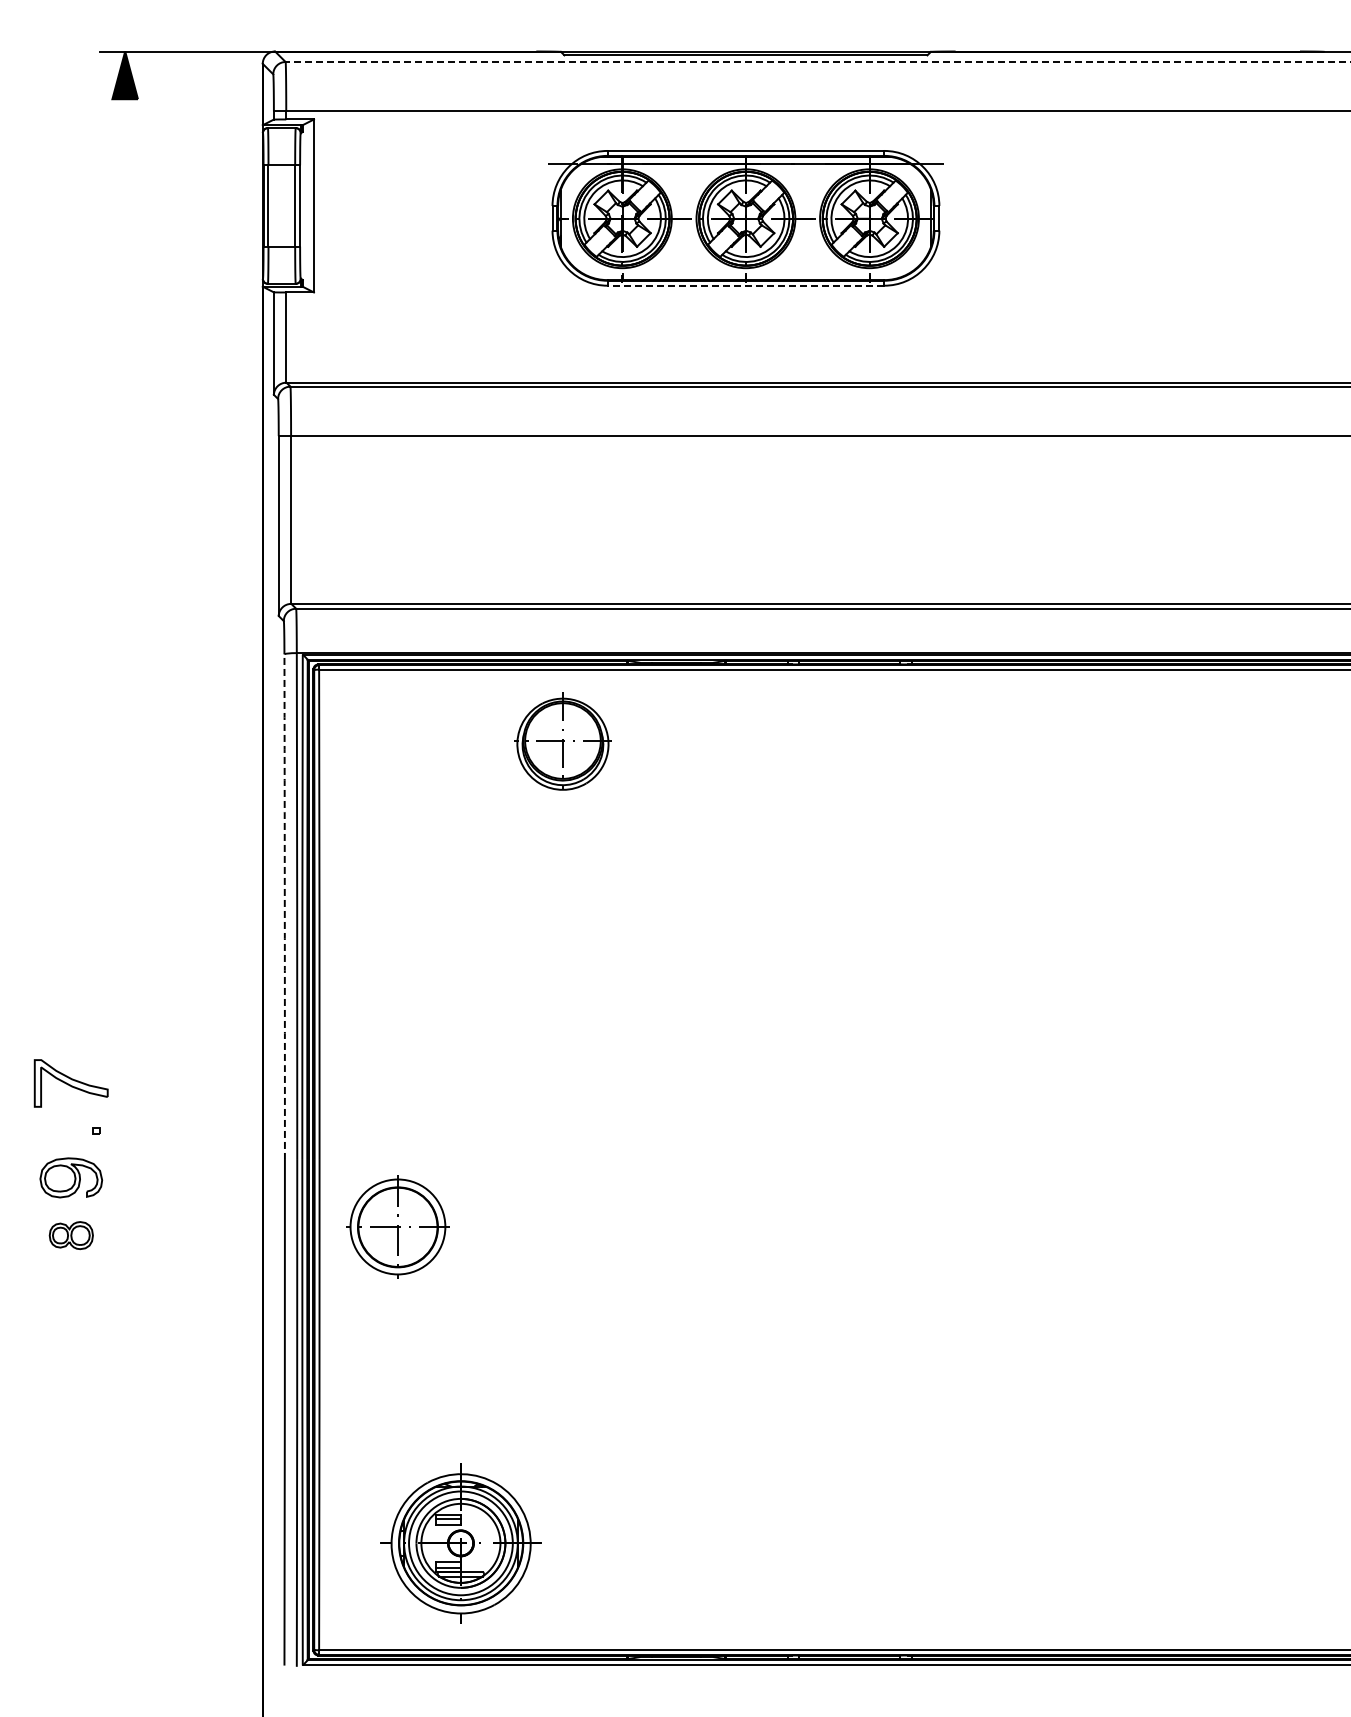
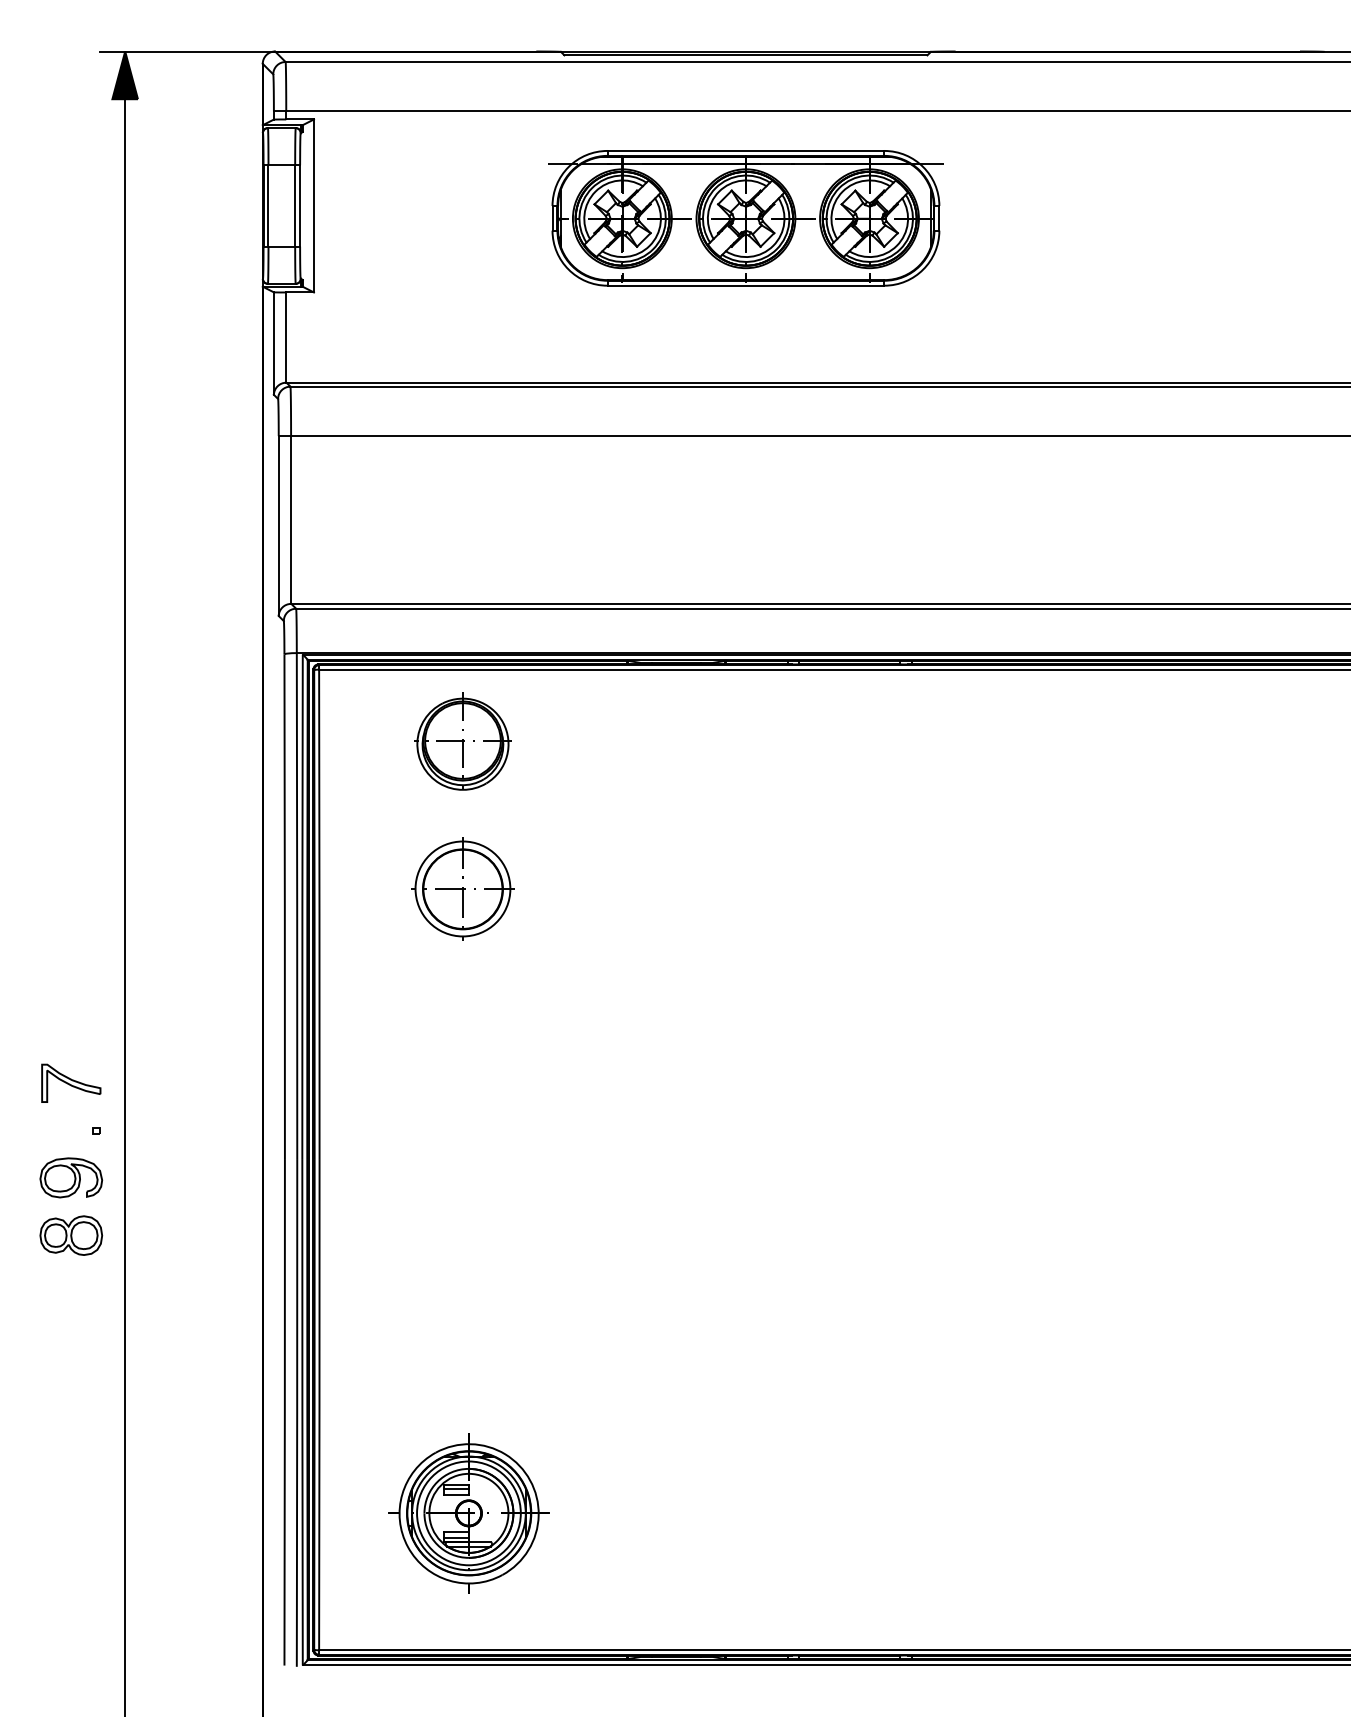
line at (817, 62): dashed -> solid
line at (745, 285): dashed -> solid
part at (562, 741) position: (562, 741) -> (462, 741)
line at (125, 906): none -> present
arc at (284, 907): dashed -> solid
part at (70, 1083) size: 76x49 px -> 61x40 px
part at (397, 1226) position: (397, 1226) -> (462, 888)
part at (70, 1235) size: 46x30 px -> 65x41 px
part at (460, 1543) position: (460, 1543) -> (468, 1513)
